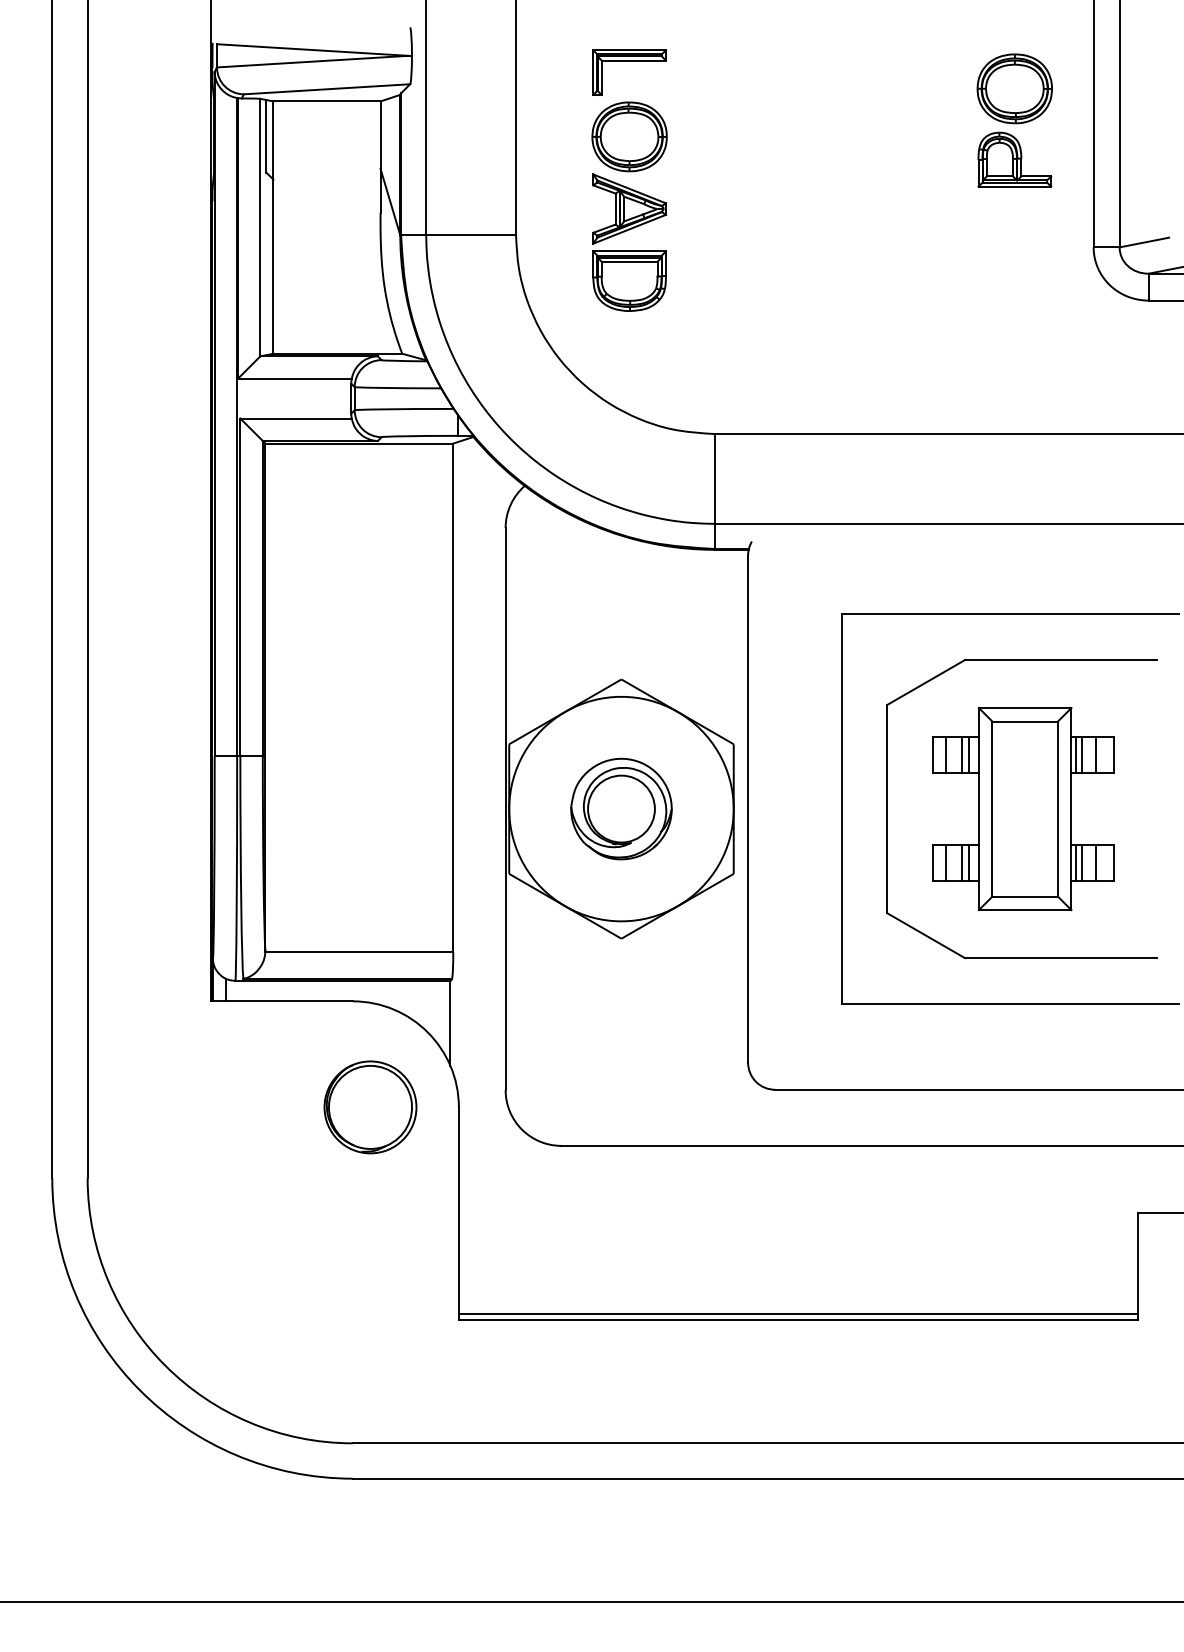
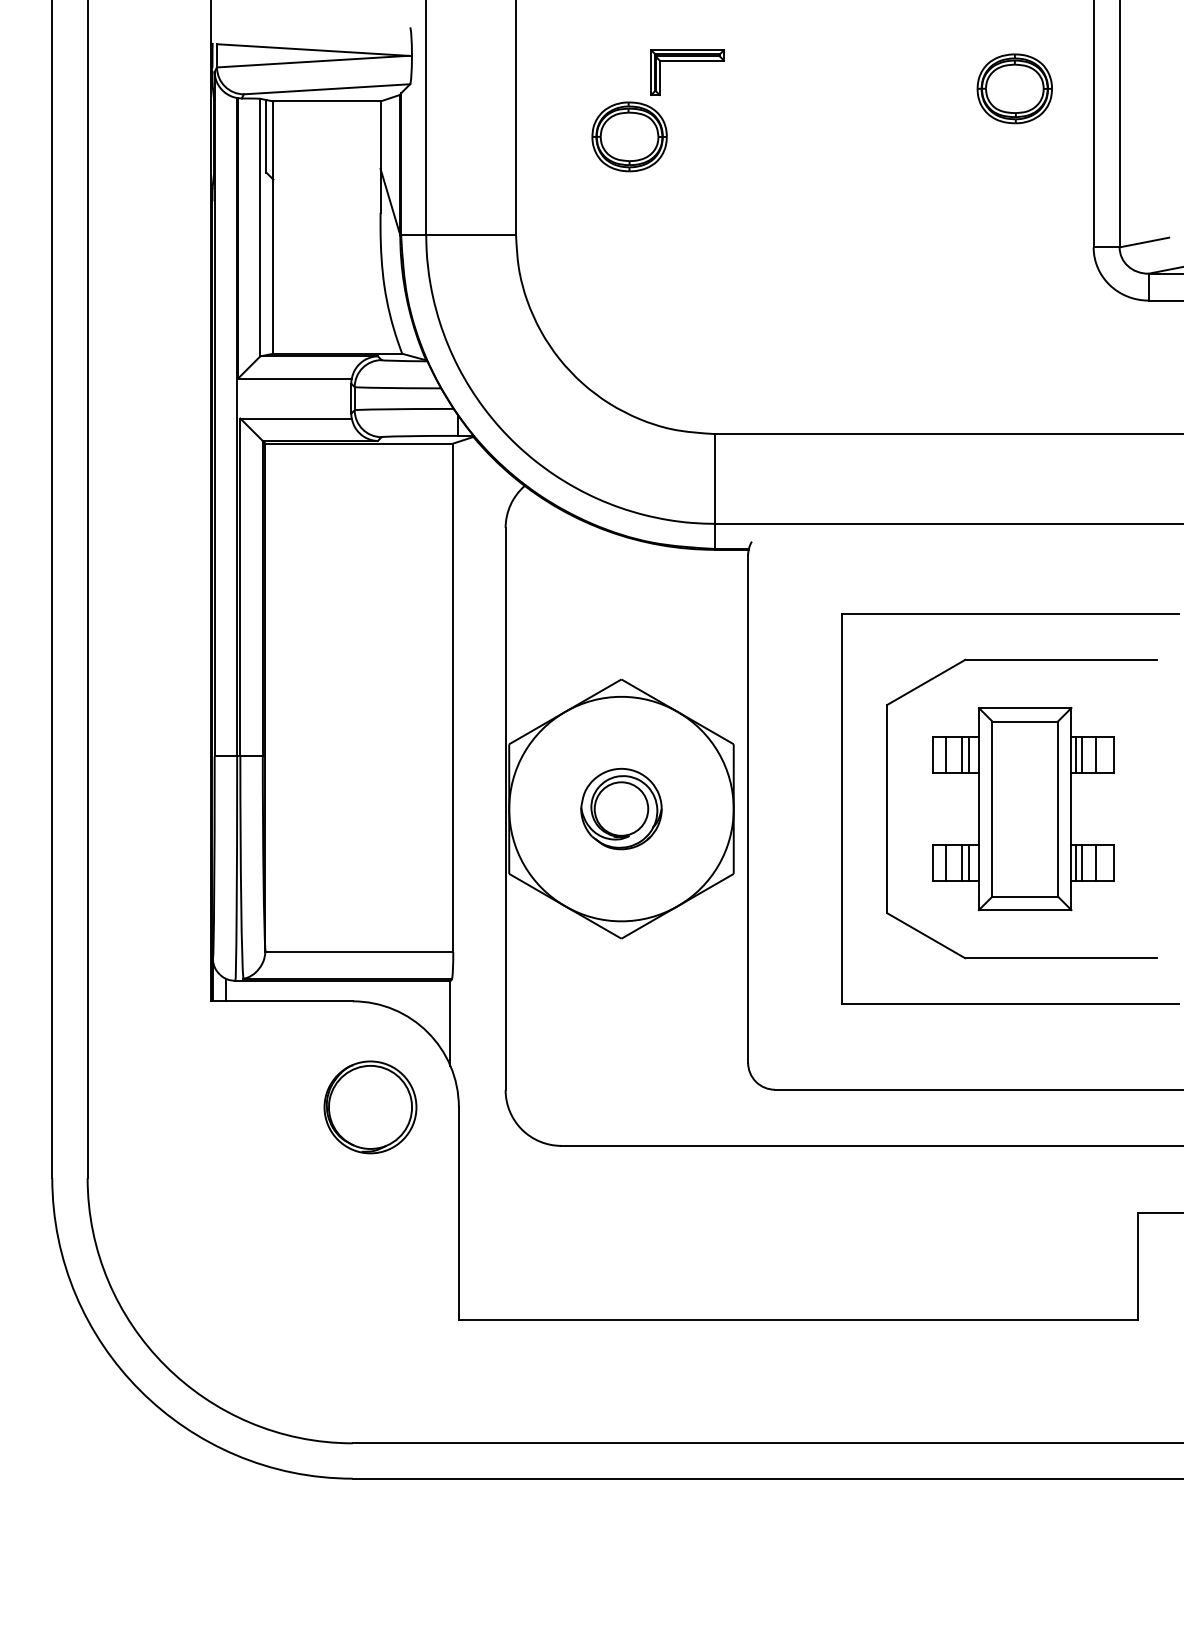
part at (629, 61) position: (629, 61) -> (687, 61)
part at (1014, 159): present -> none
part at (629, 250): present -> none
part at (621, 808) size: 103x104 px -> 83x84 px
line at (797, 1313): present -> none
line at (591, 1602): present -> none
